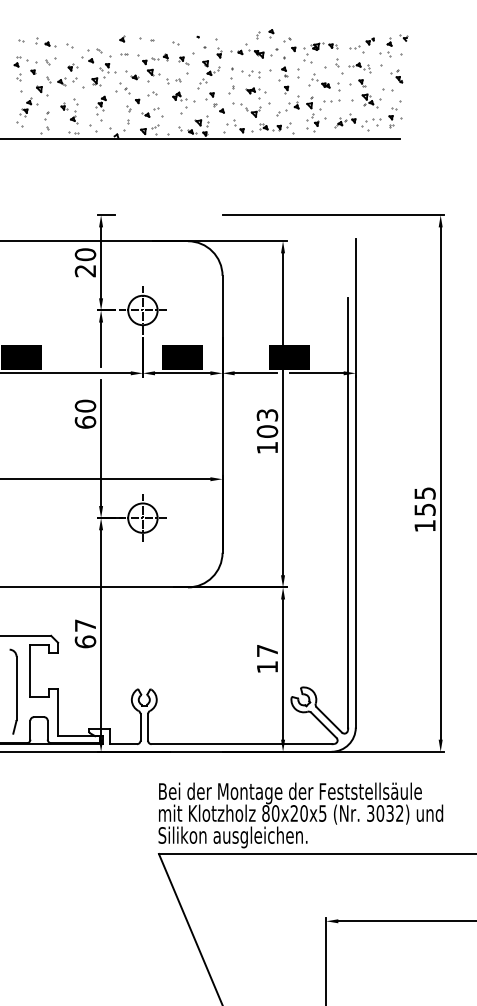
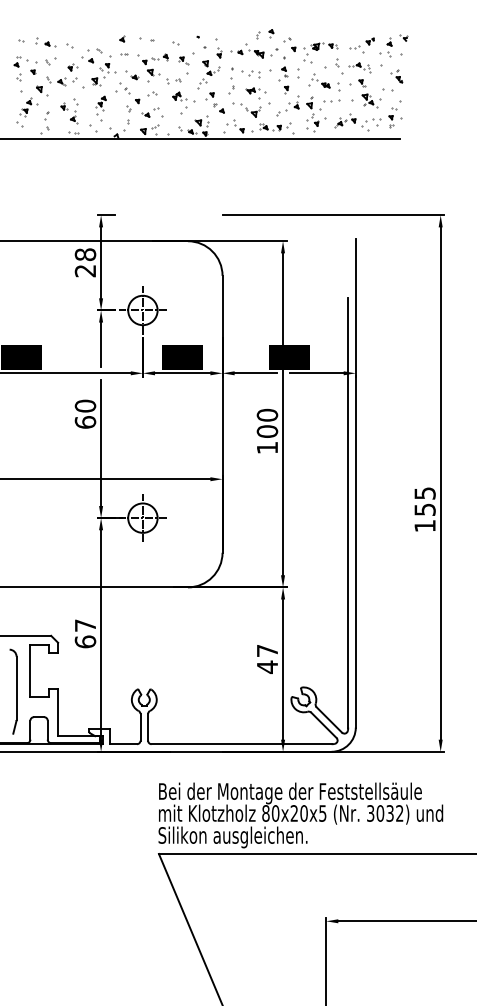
text at (85, 254): 20 -> 28
text at (267, 414): 103 -> 100
text at (267, 666): 17 -> 47
